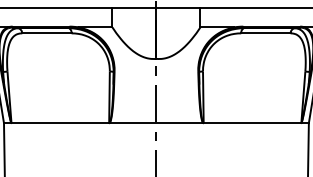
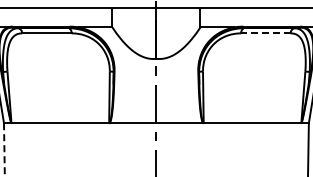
line at (265, 33): solid -> dashed
line at (4, 150): solid -> dashed
